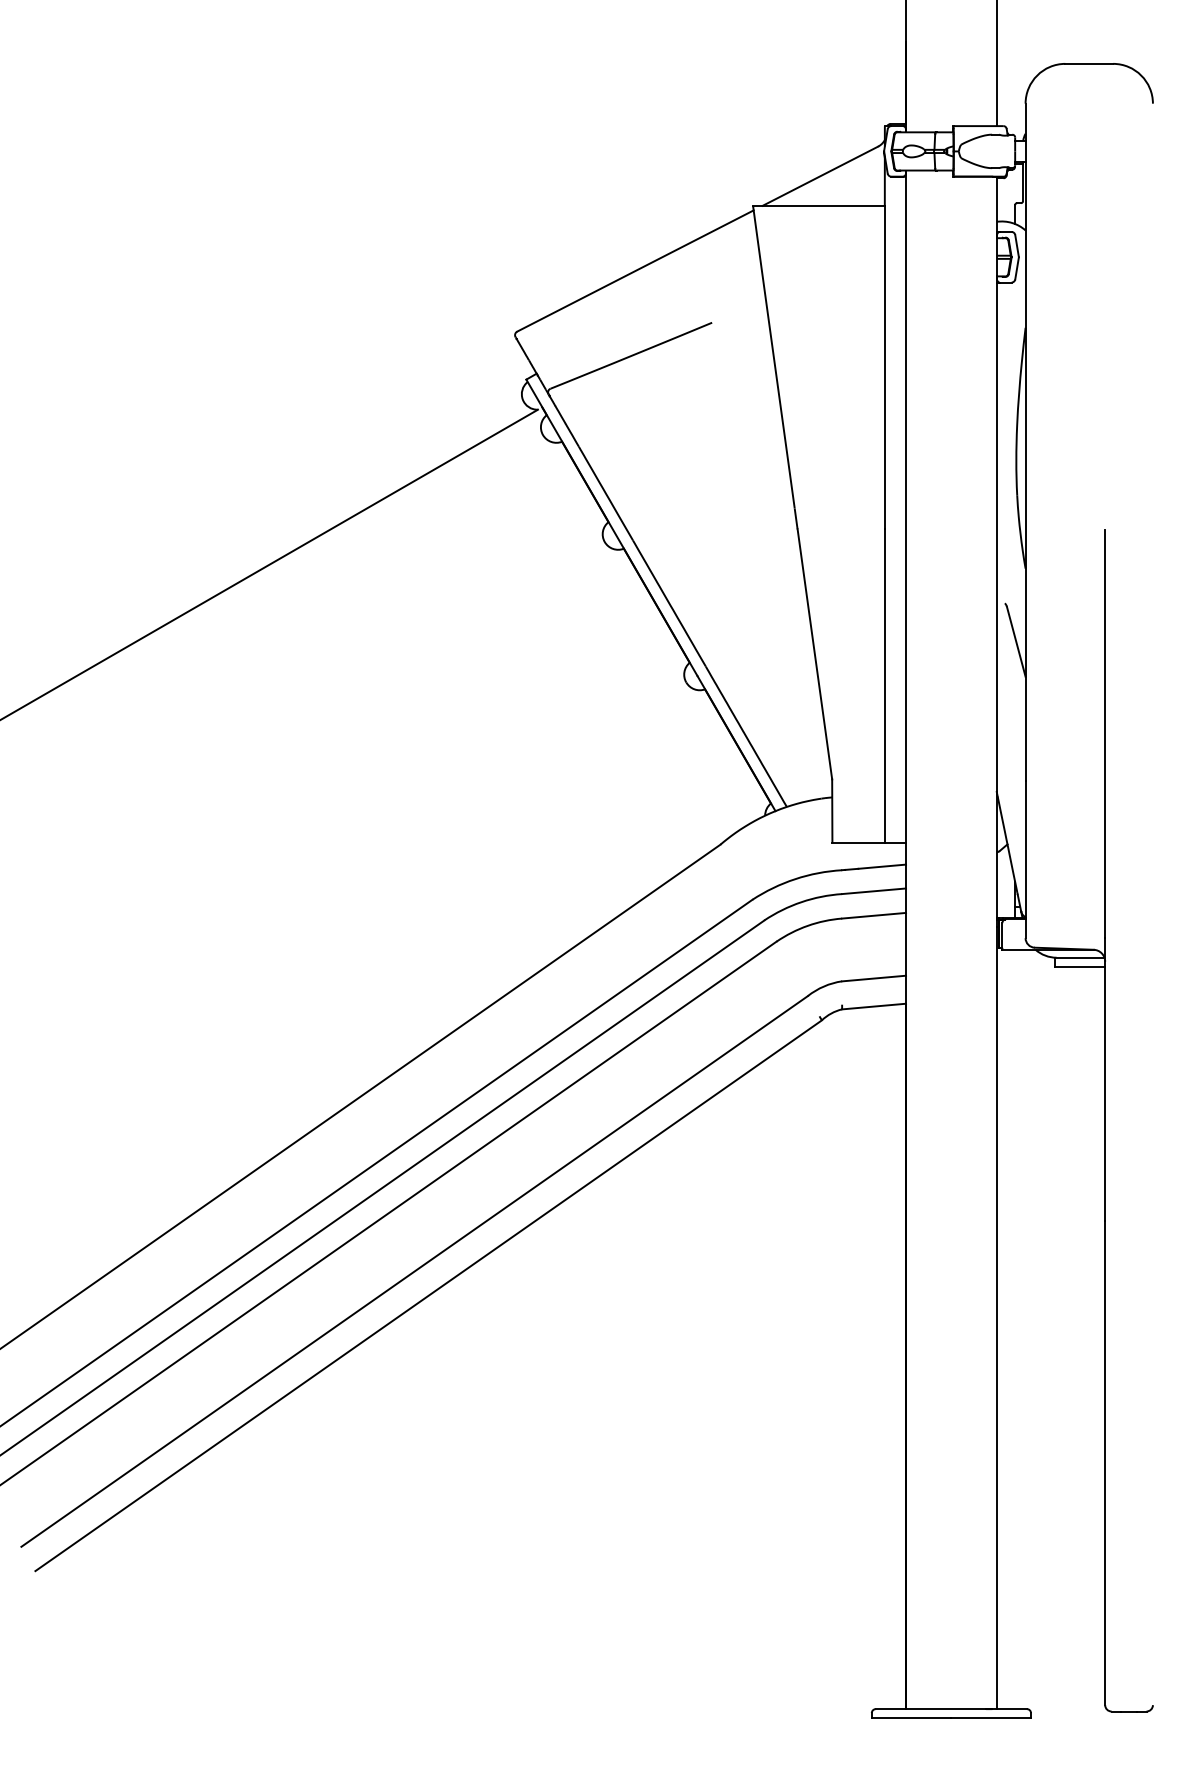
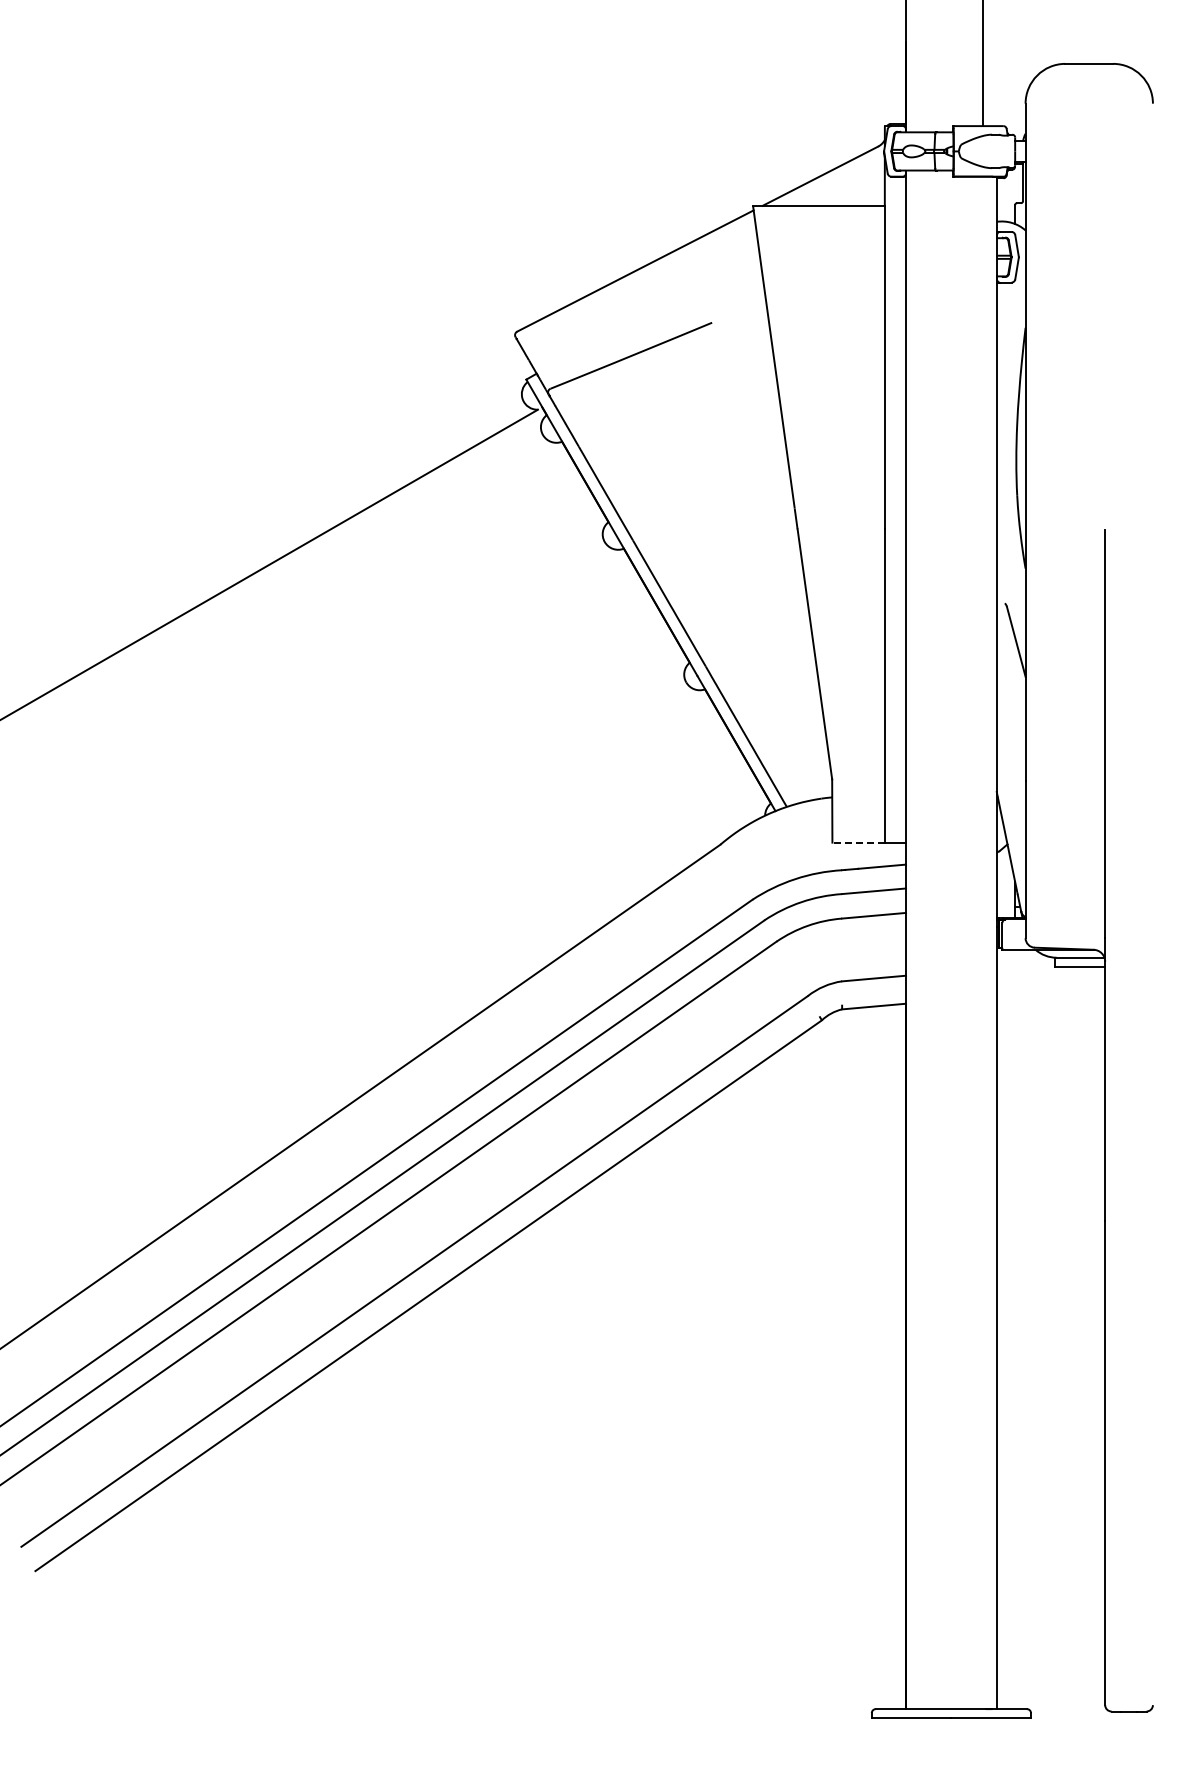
line at (996, 64) position: (996, 64) -> (982, 64)
line at (858, 842): solid -> dashed
